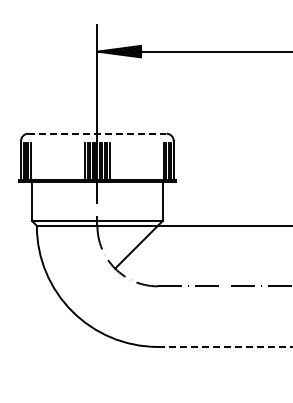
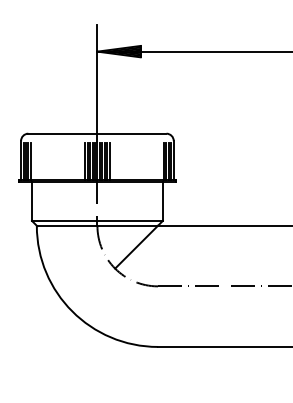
line at (97, 133): dashed -> solid
line at (226, 346): dashed -> solid
